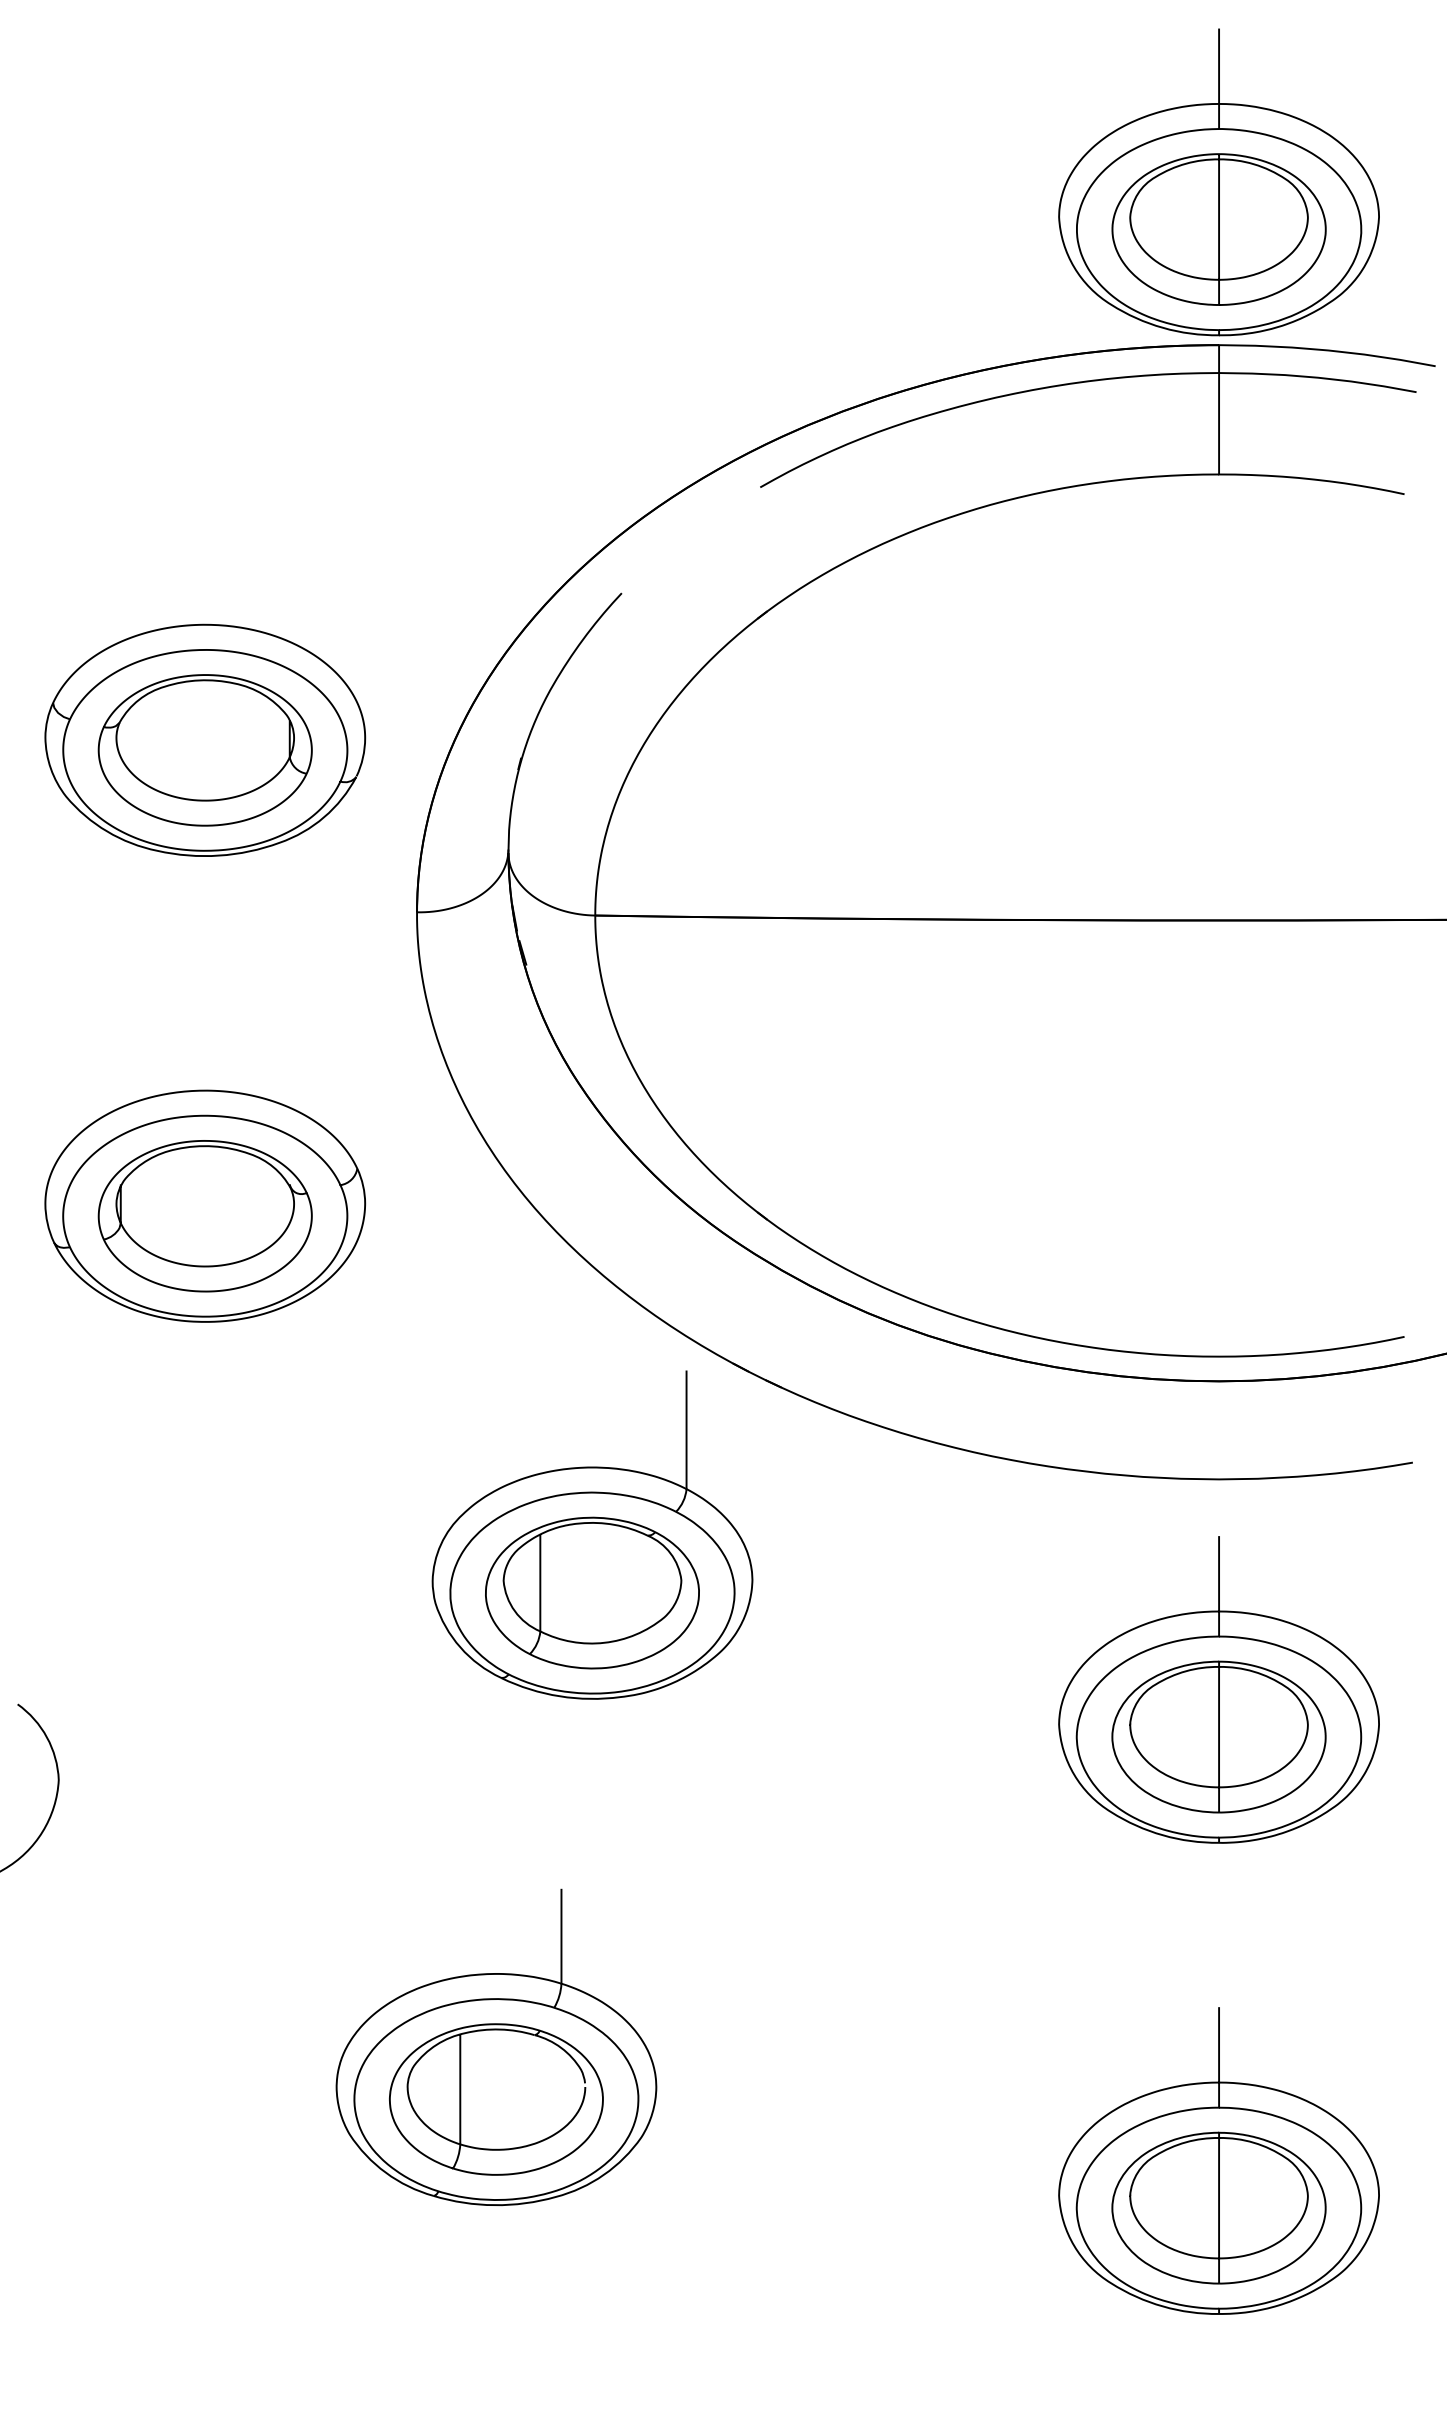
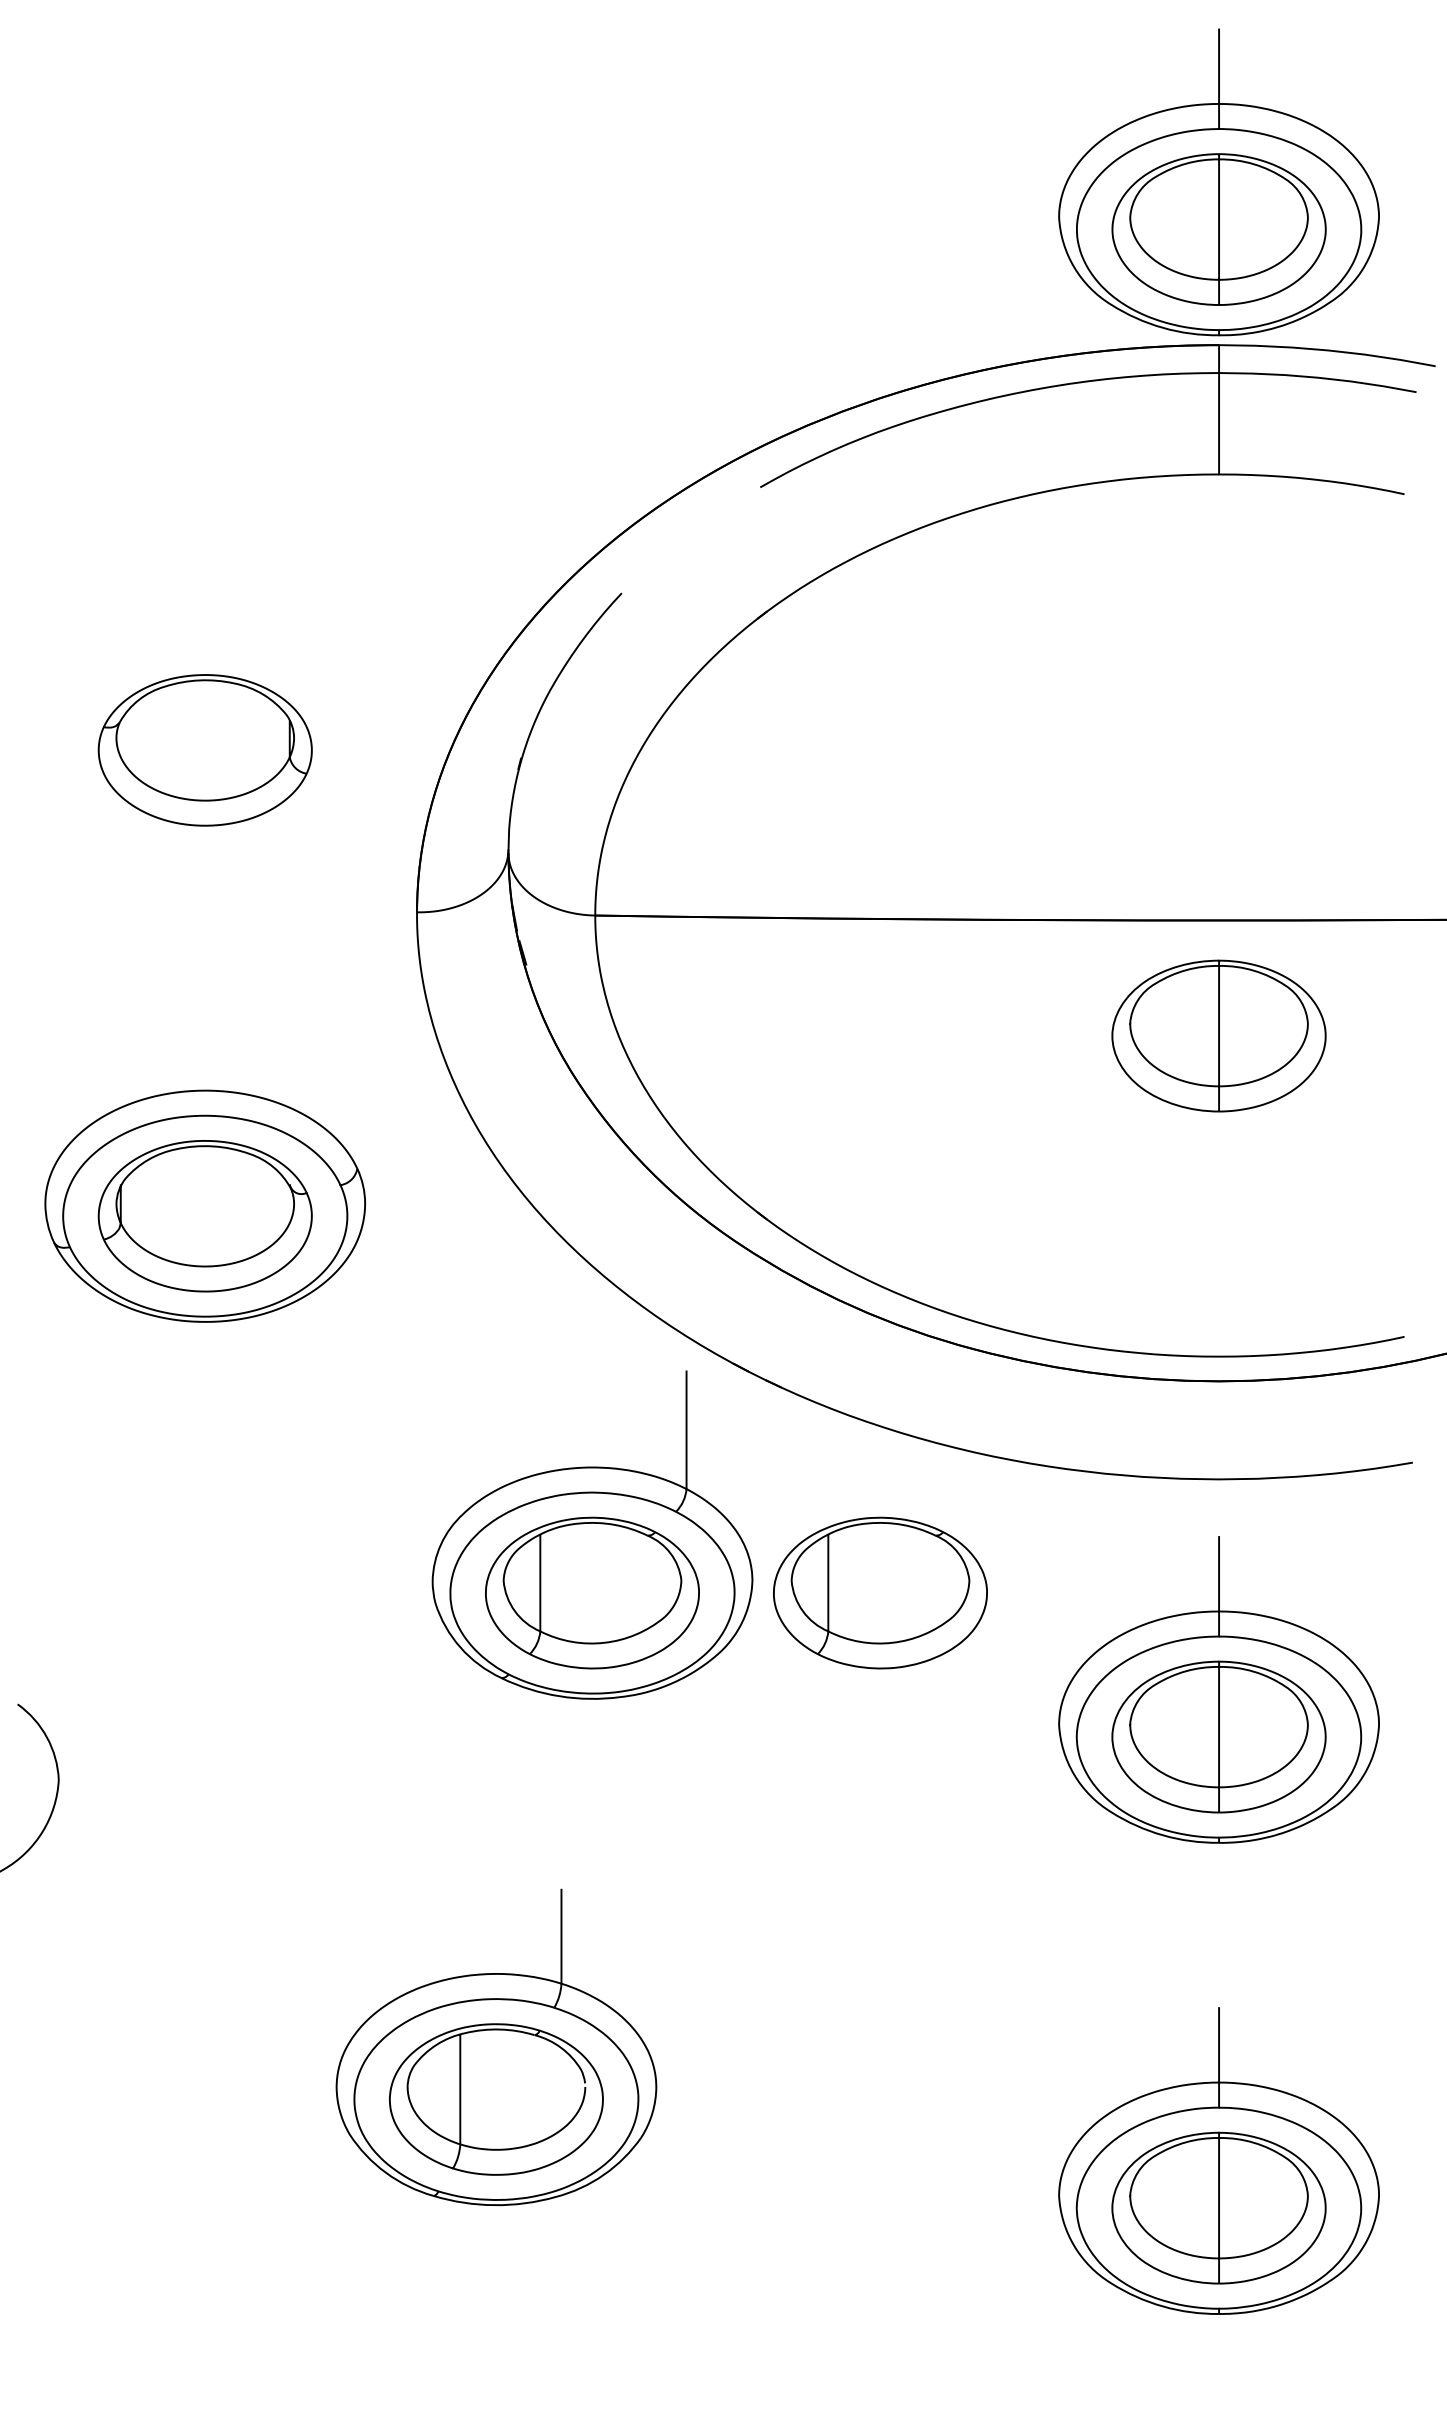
part at (205, 739): present -> none
part at (1218, 1035): none -> present
part at (880, 1592): none -> present
